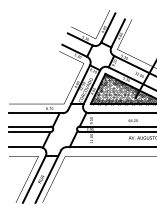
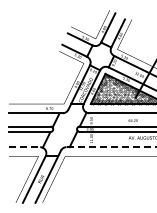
line at (24, 147): solid -> dashed
line at (111, 147): solid -> dashed
